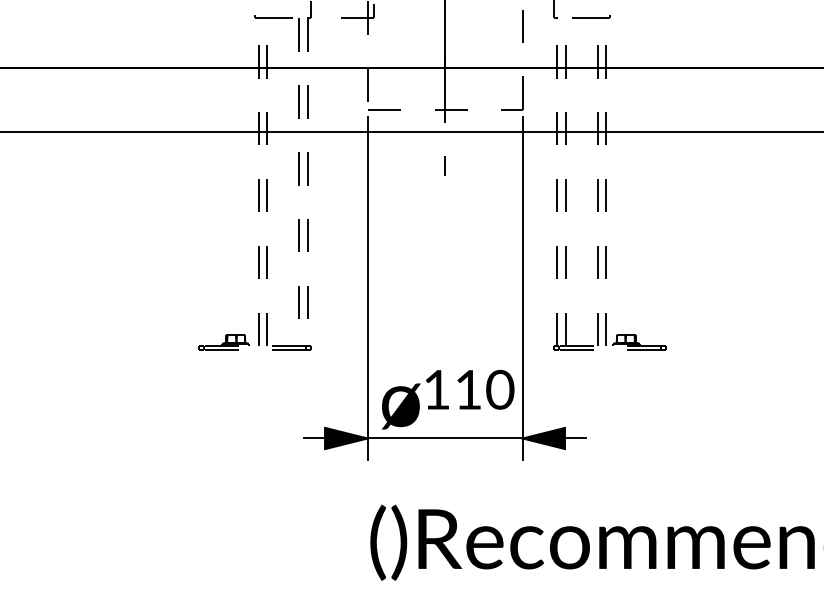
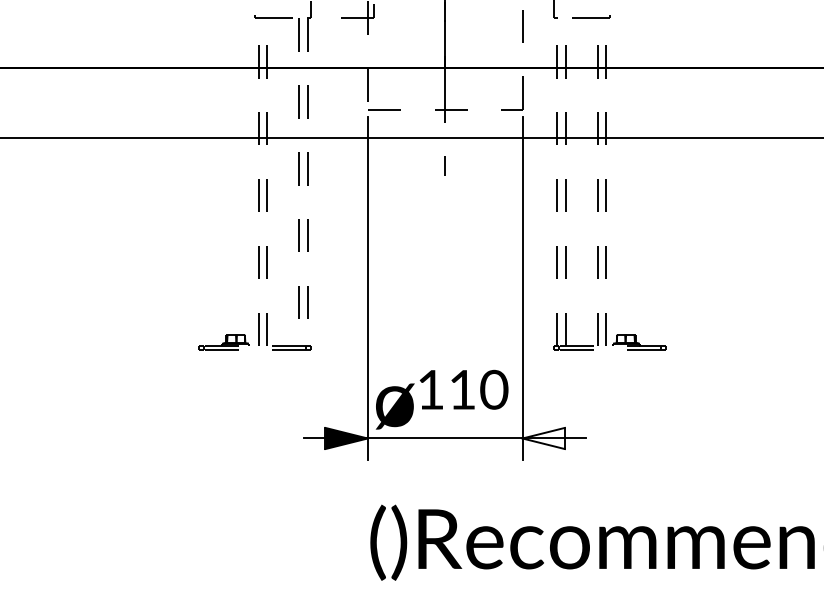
line at (411, 132) position: (411, 132) -> (411, 138)
text at (447, 399) position: (447, 399) -> (441, 399)
fill at (543, 438): present -> none
